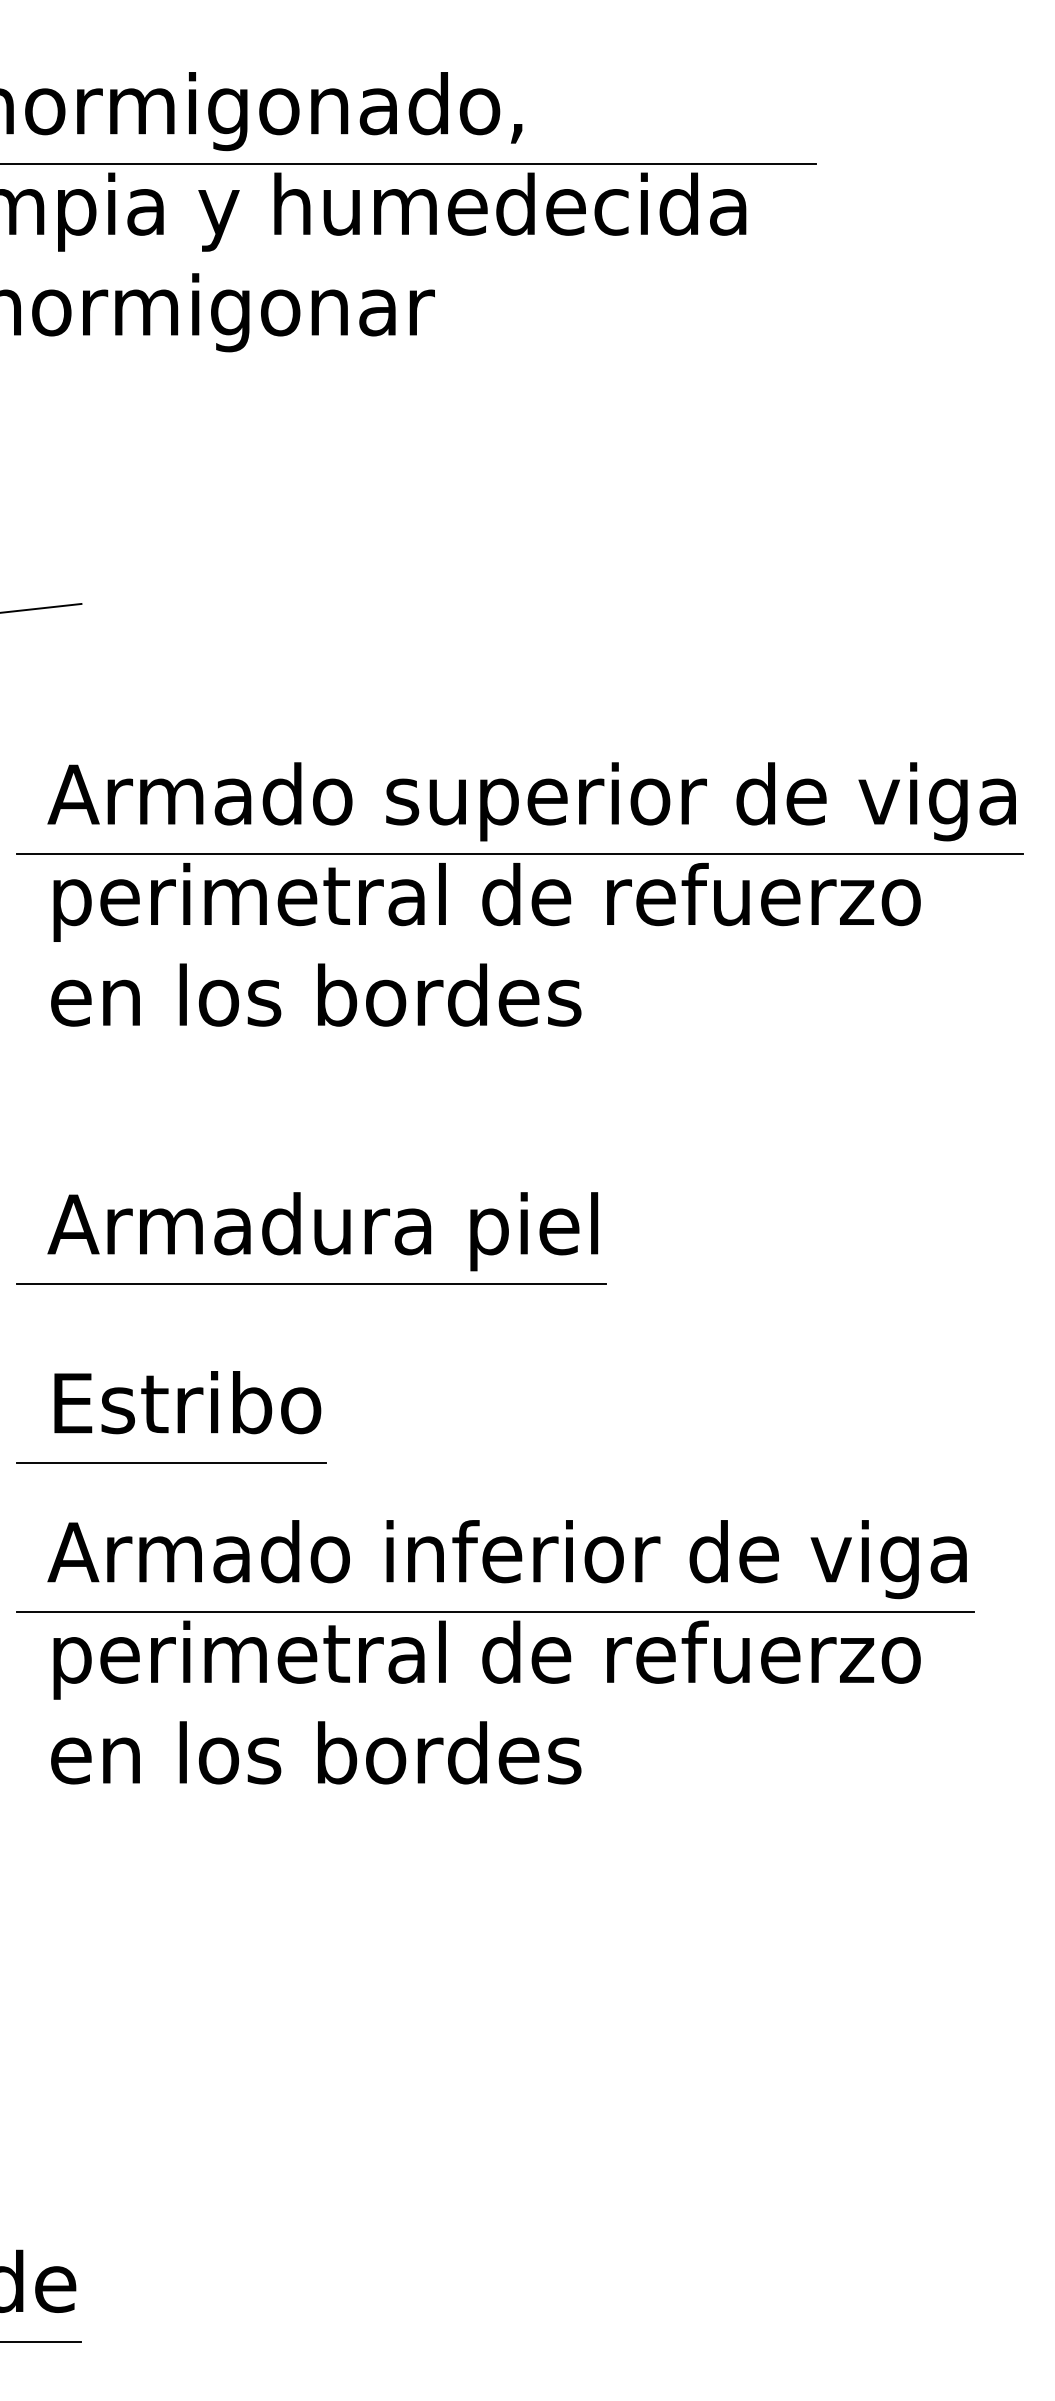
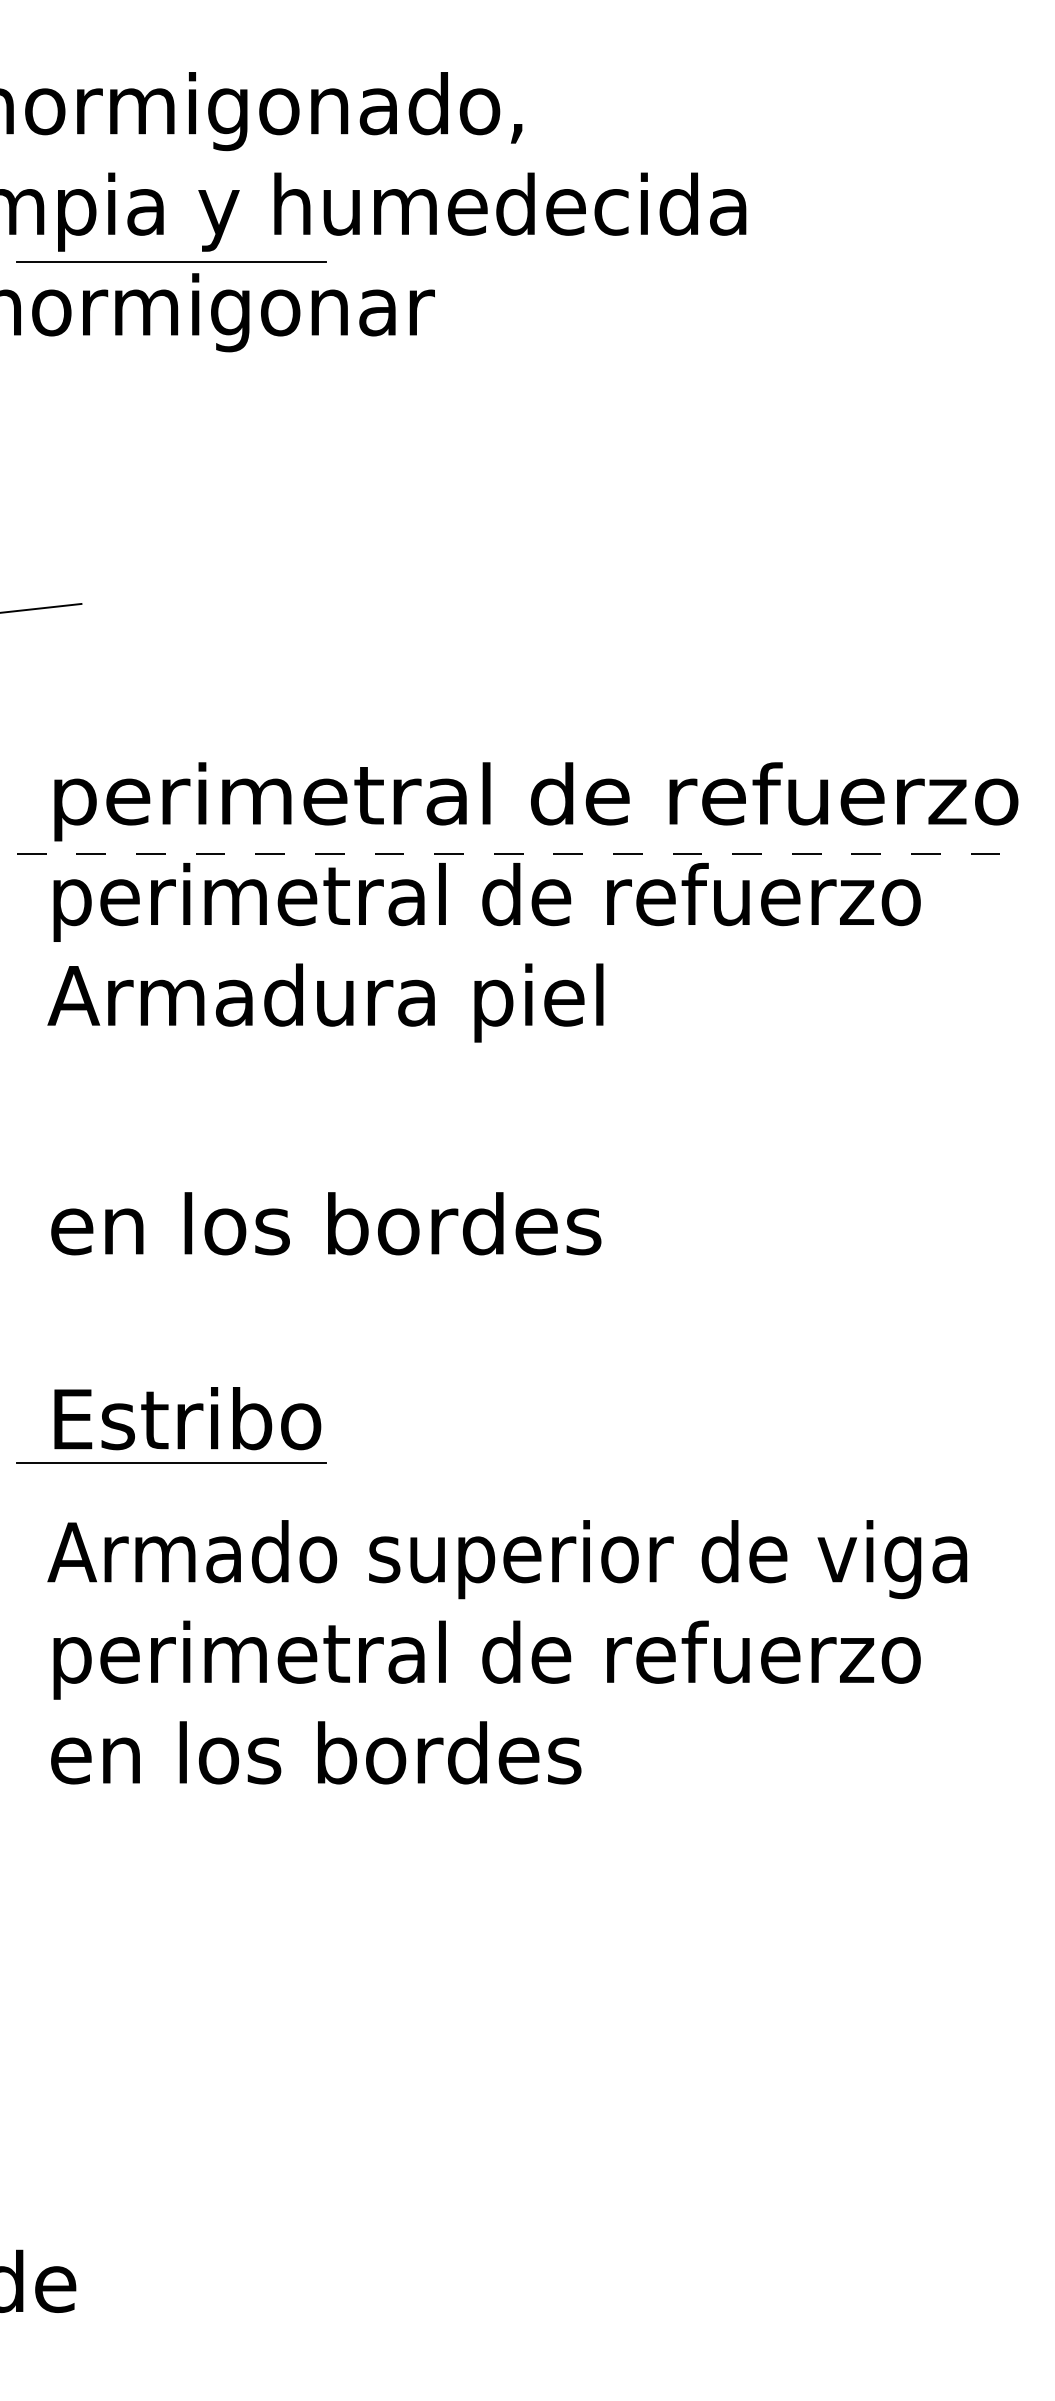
line at (408, 163): present -> none
line at (171, 261): none -> present
text at (532, 801): Armado superior de viga -> perimetral de refuerzo
line at (520, 854): solid -> dashed
text at (325, 1002): en los bordes -> Armadura piel
text at (324, 1231): Armadura piel -> en los bordes
line at (310, 1284): present -> none
text at (187, 1402) position: (187, 1402) -> (187, 1418)
text at (508, 1559): Armado inferior de viga -> Armado superior de viga
line at (494, 1612): present -> none
line at (41, 2341): present -> none
